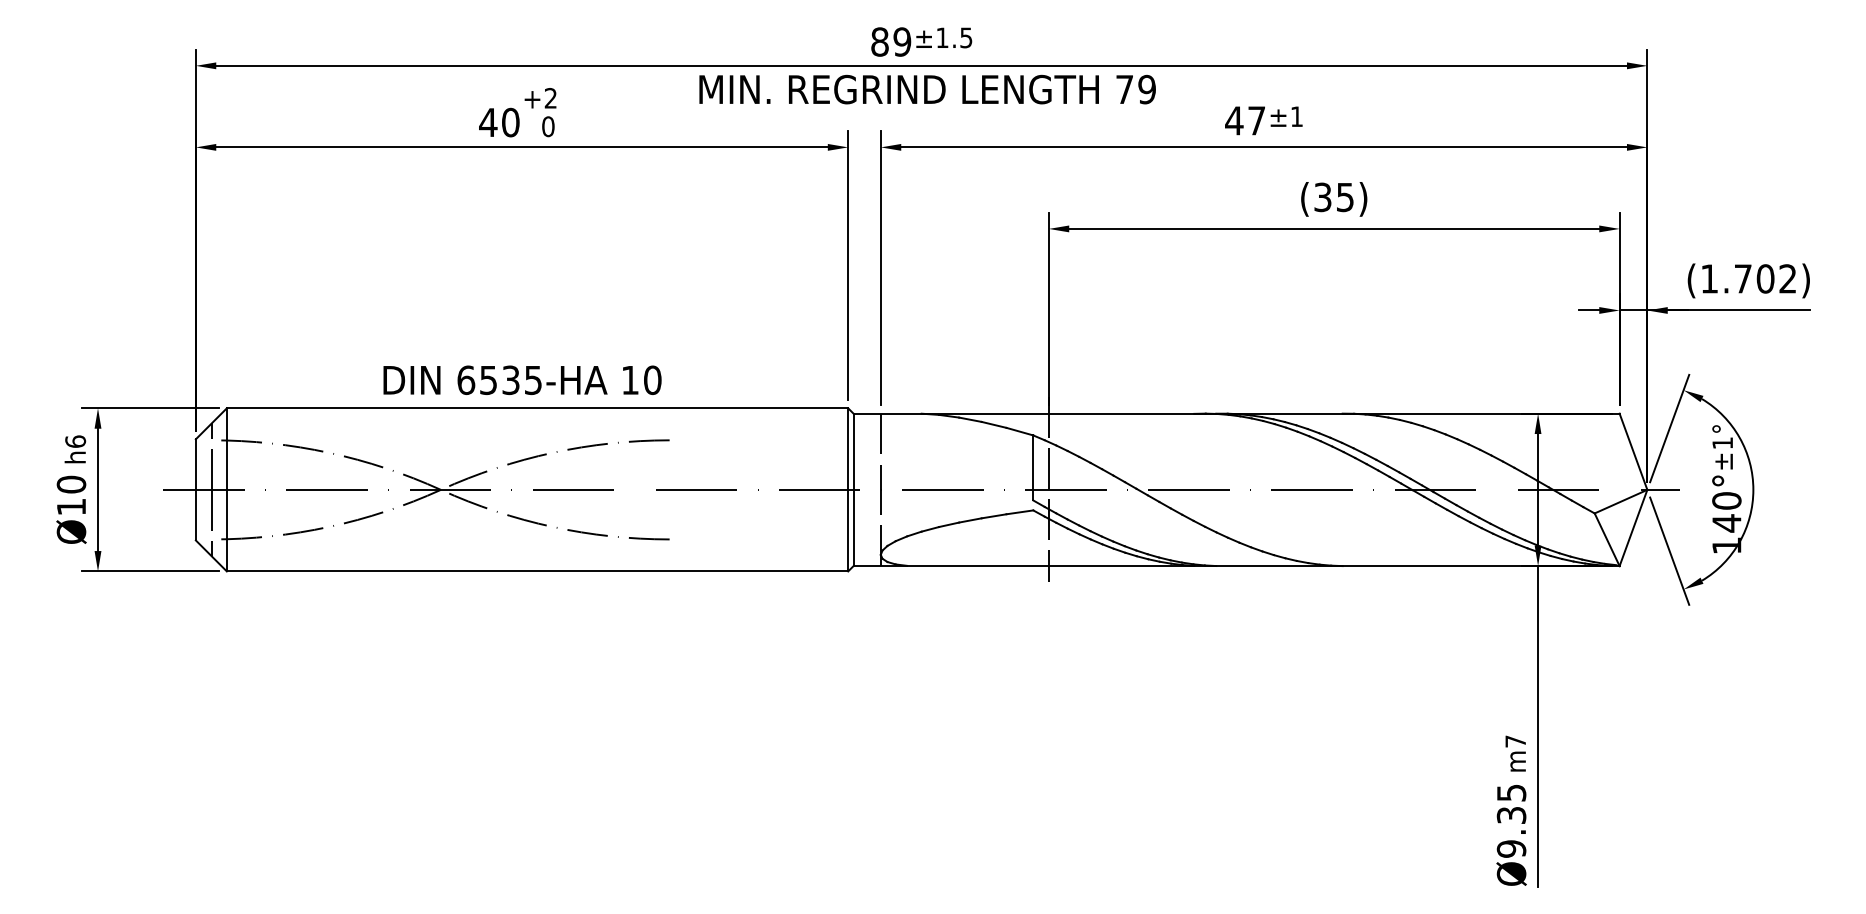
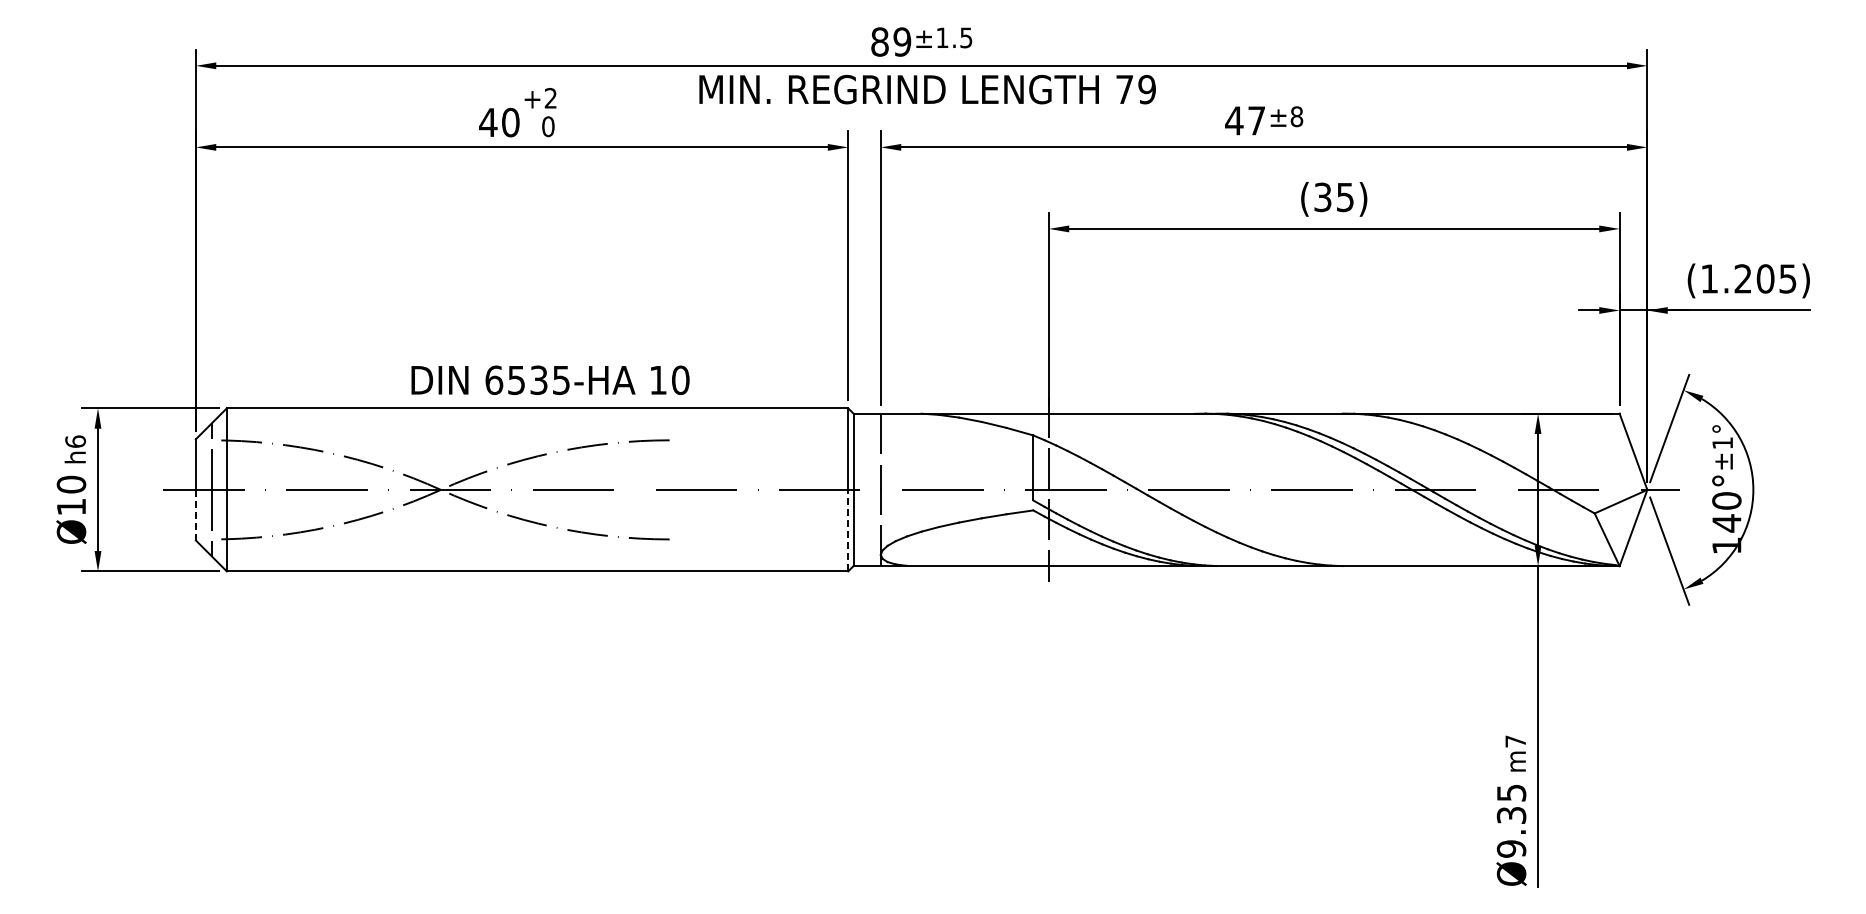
text at (1296, 116): ±1 -> ±8
text at (1765, 278): (1.702) -> (1.205)
text at (522, 379) position: (522, 379) -> (550, 379)
line at (195, 515): solid -> dashed
line at (848, 530): solid -> dashed
